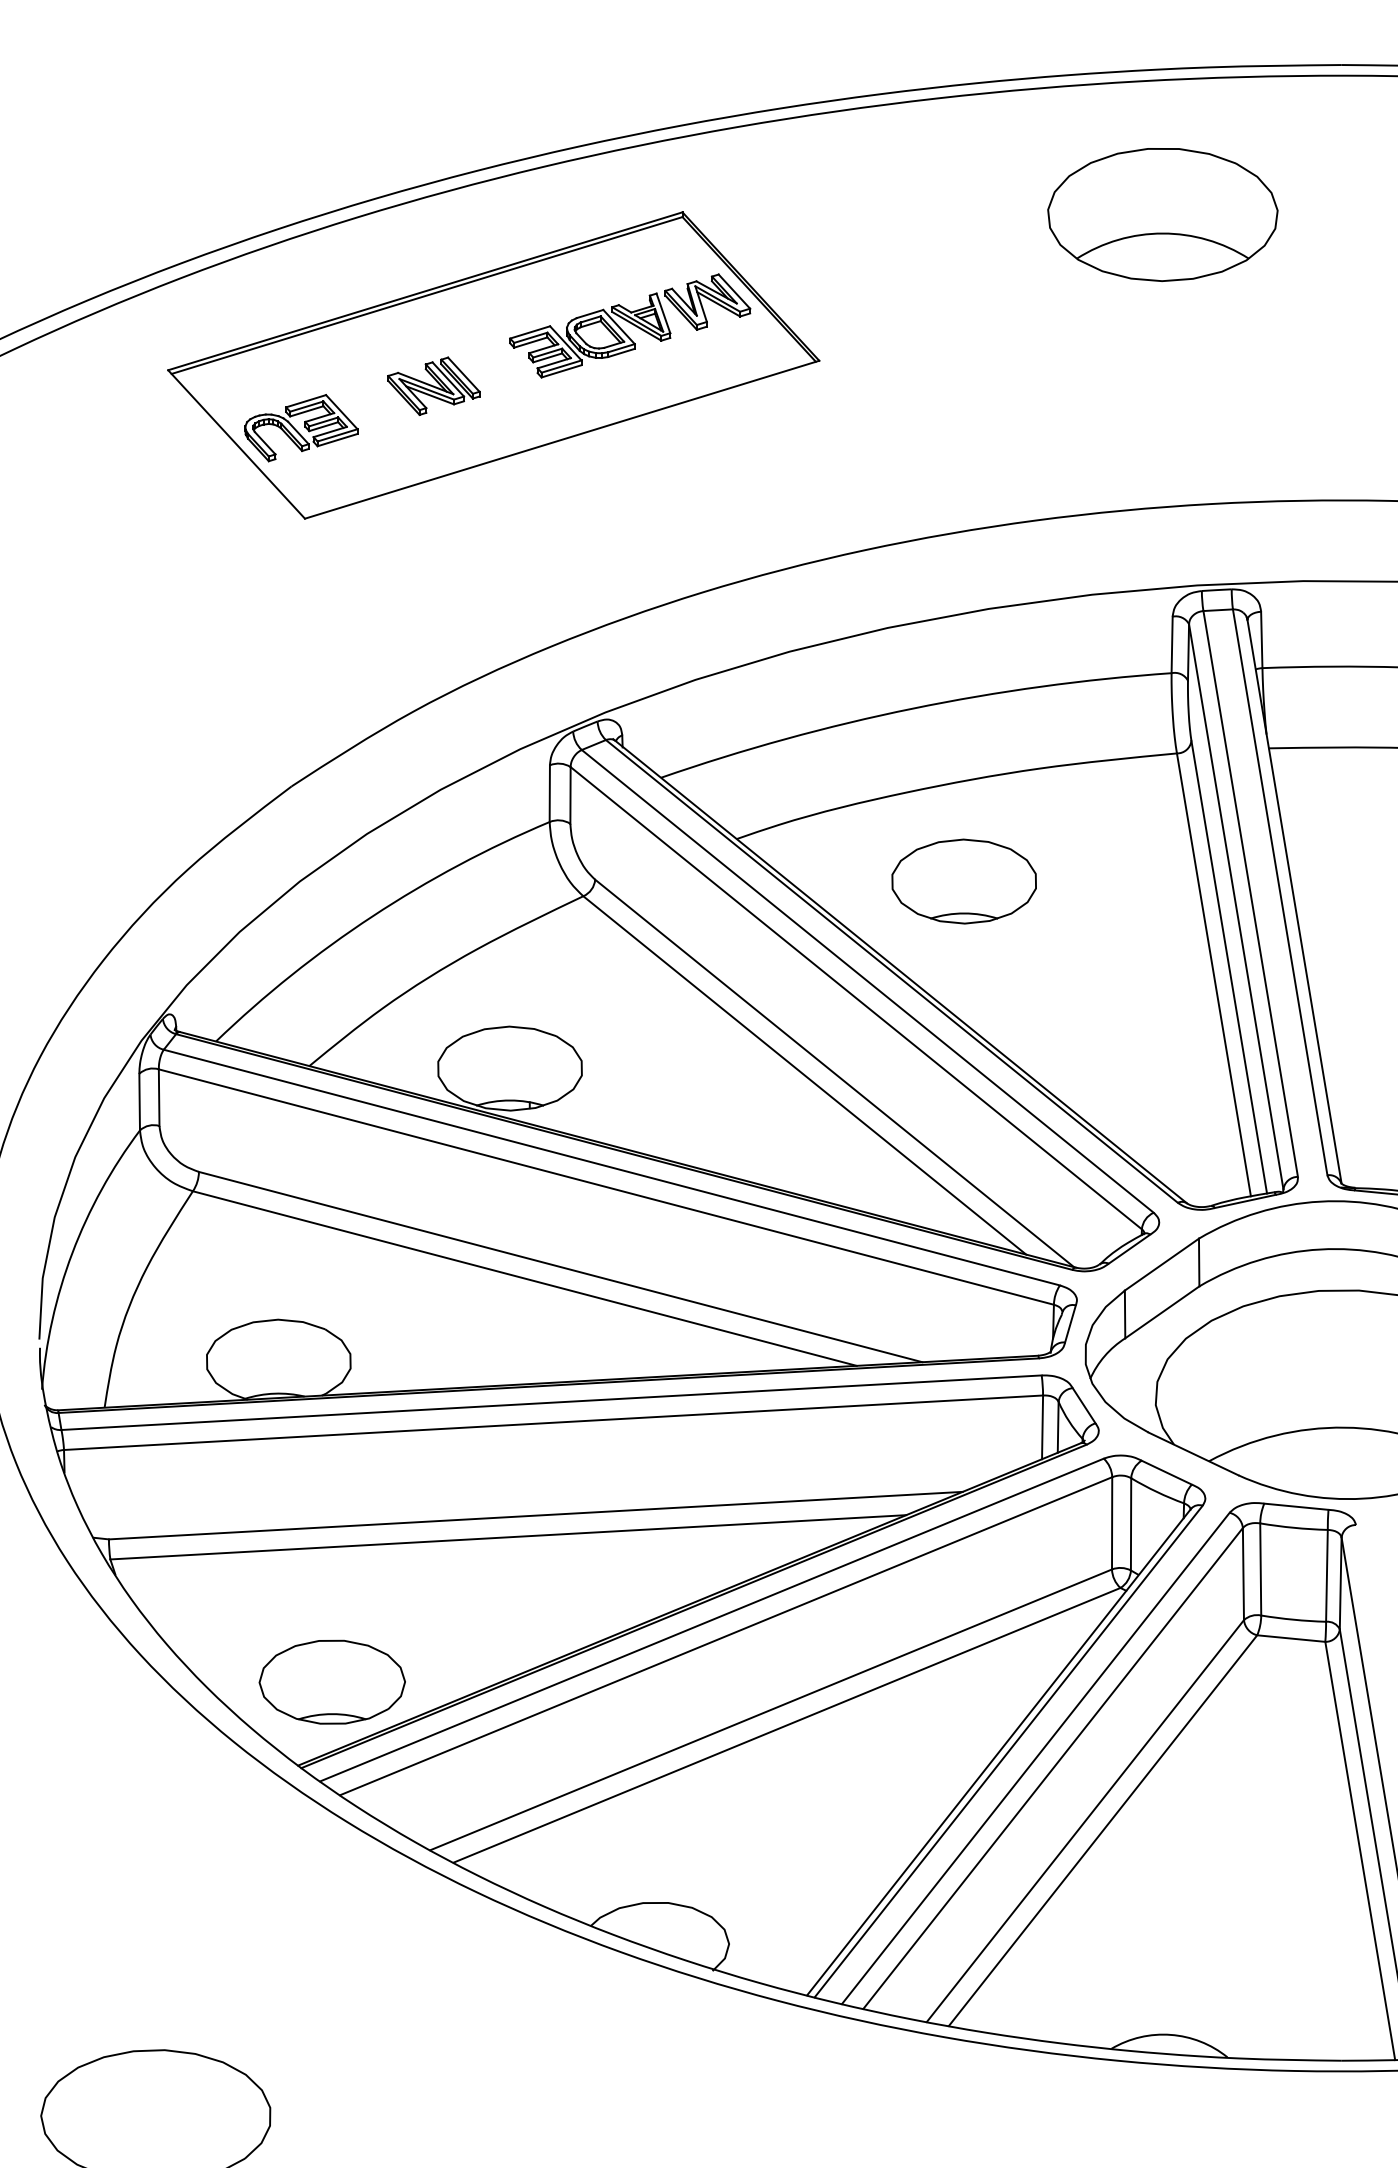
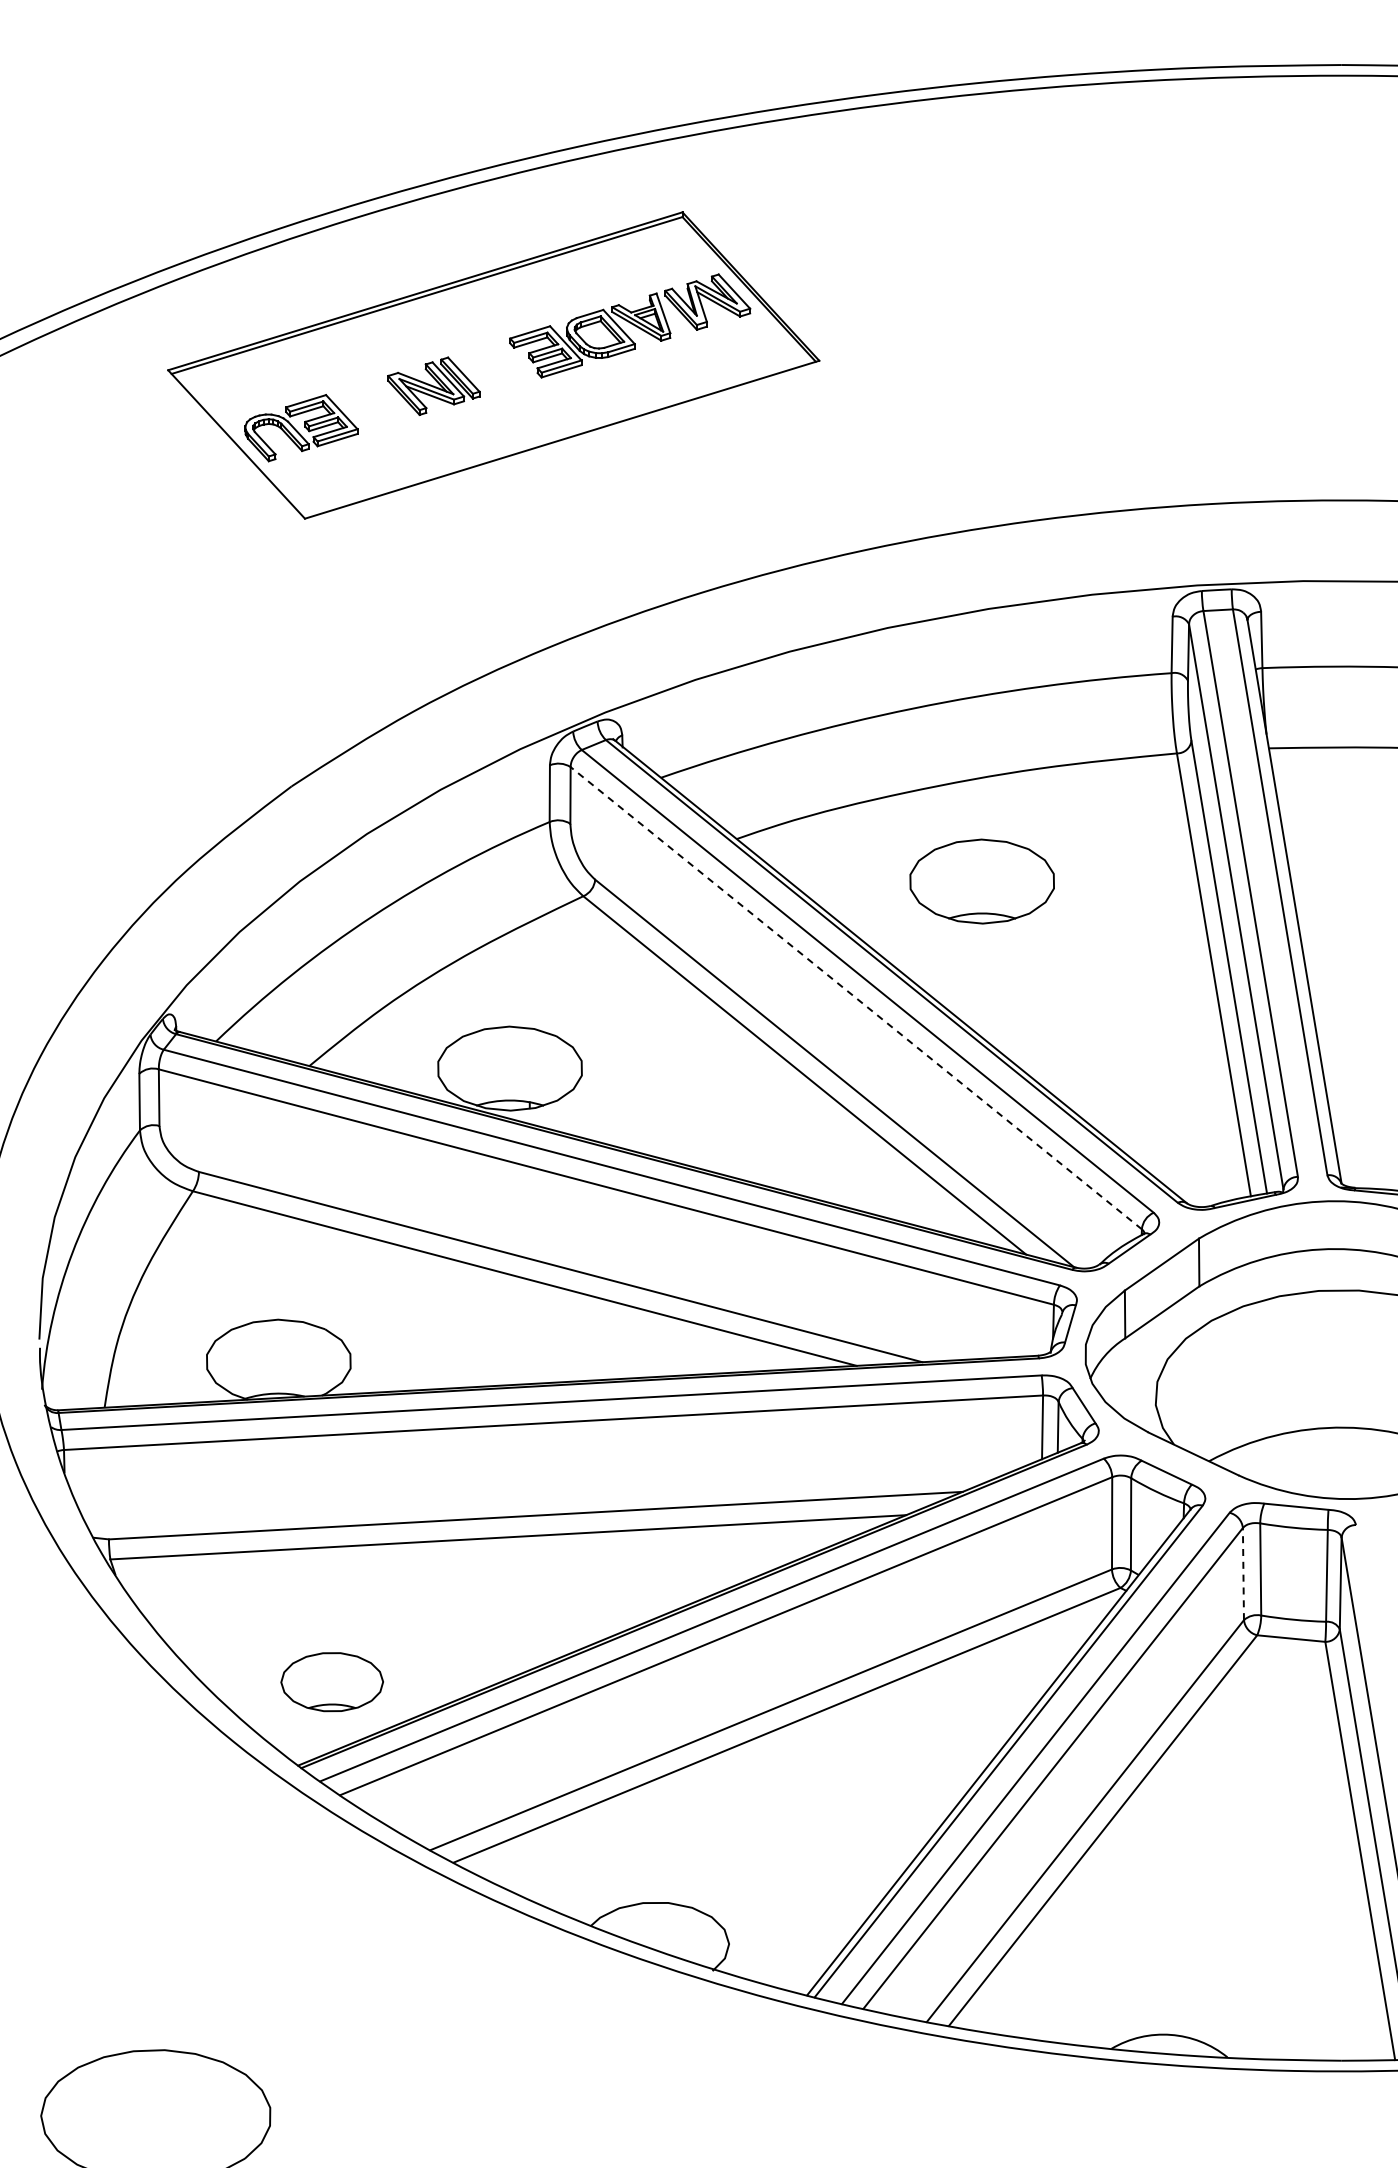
part at (1162, 214): present -> none
part at (963, 881) position: (963, 881) -> (981, 881)
line at (855, 997): solid -> dashed
line at (1243, 1573): solid -> dashed
part at (331, 1681) size: 148x86 px -> 104x61 px
